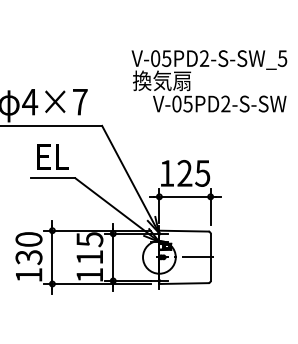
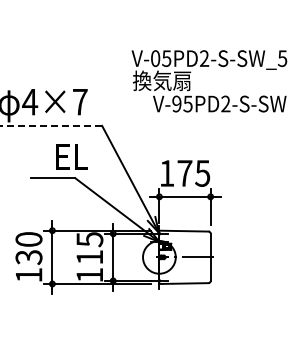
text at (176, 103): V-05PD2-S-SW -> V-95PD2-S-SW
line at (51, 125): solid -> dashed
text at (52, 156) position: (52, 156) -> (71, 156)
text at (184, 173): 125 -> 175
